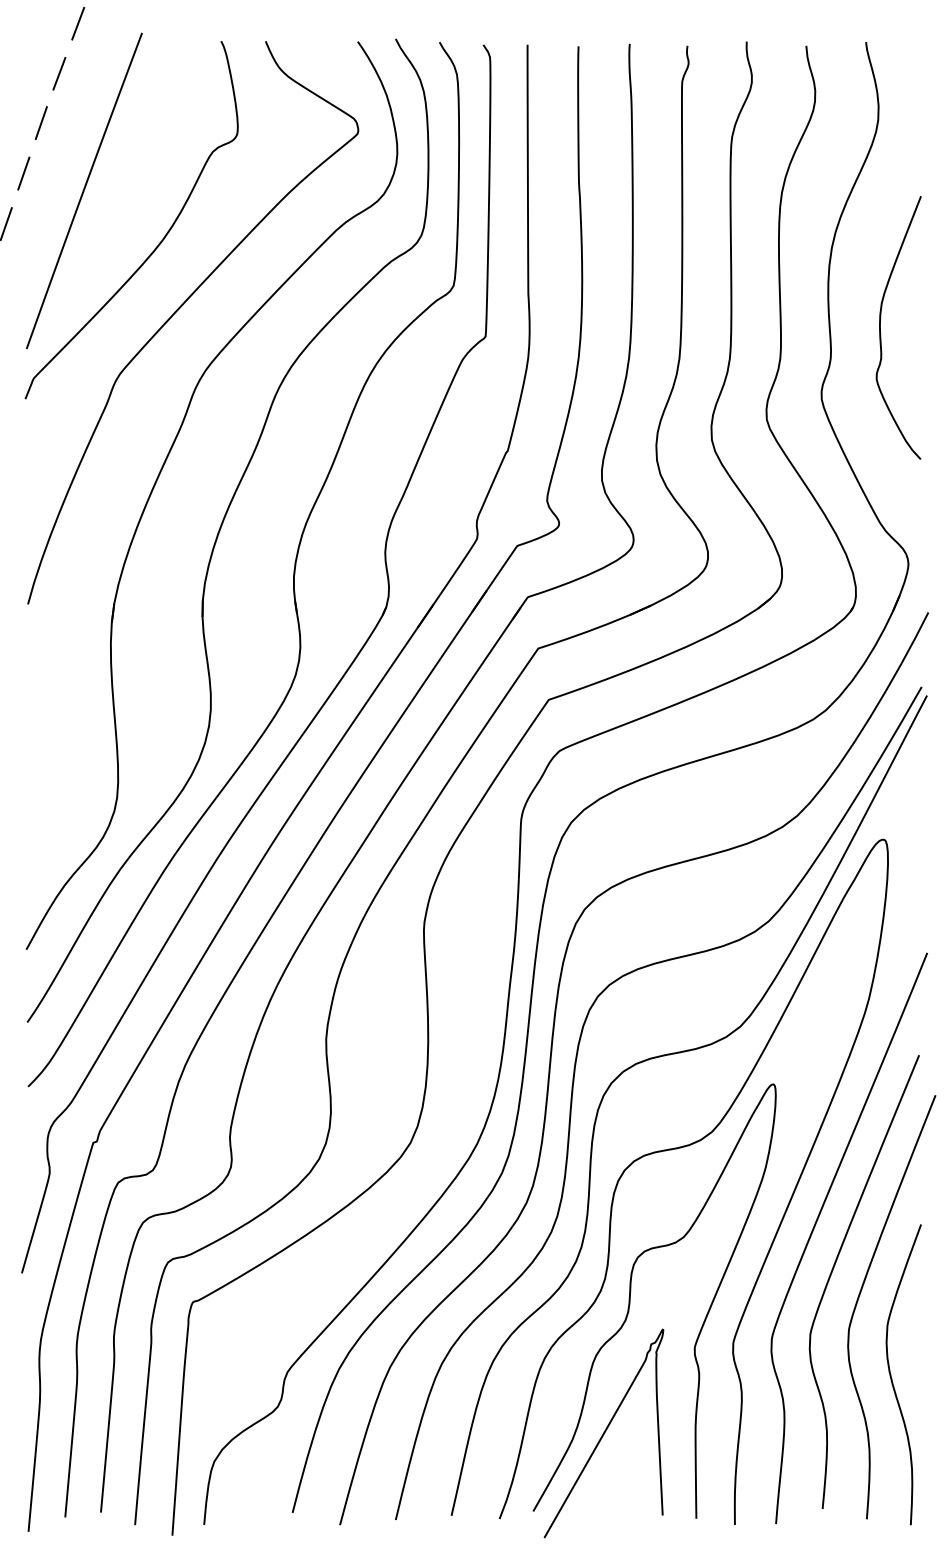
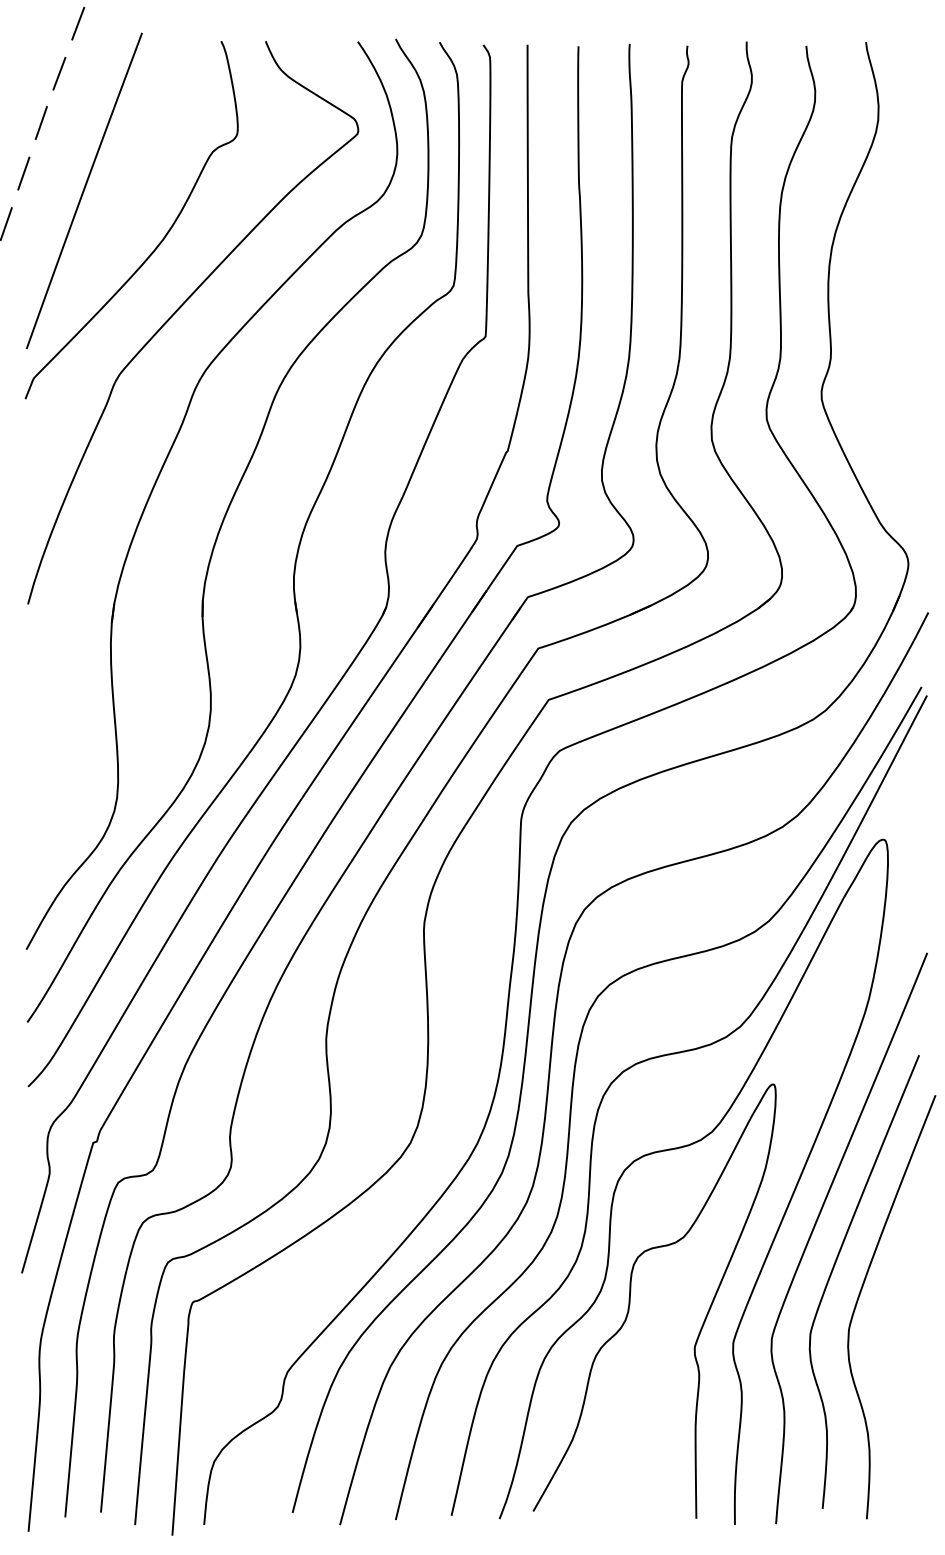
curve at (880, 327): present -> none
curve at (892, 1378): present -> none
curve at (603, 1433): present -> none
